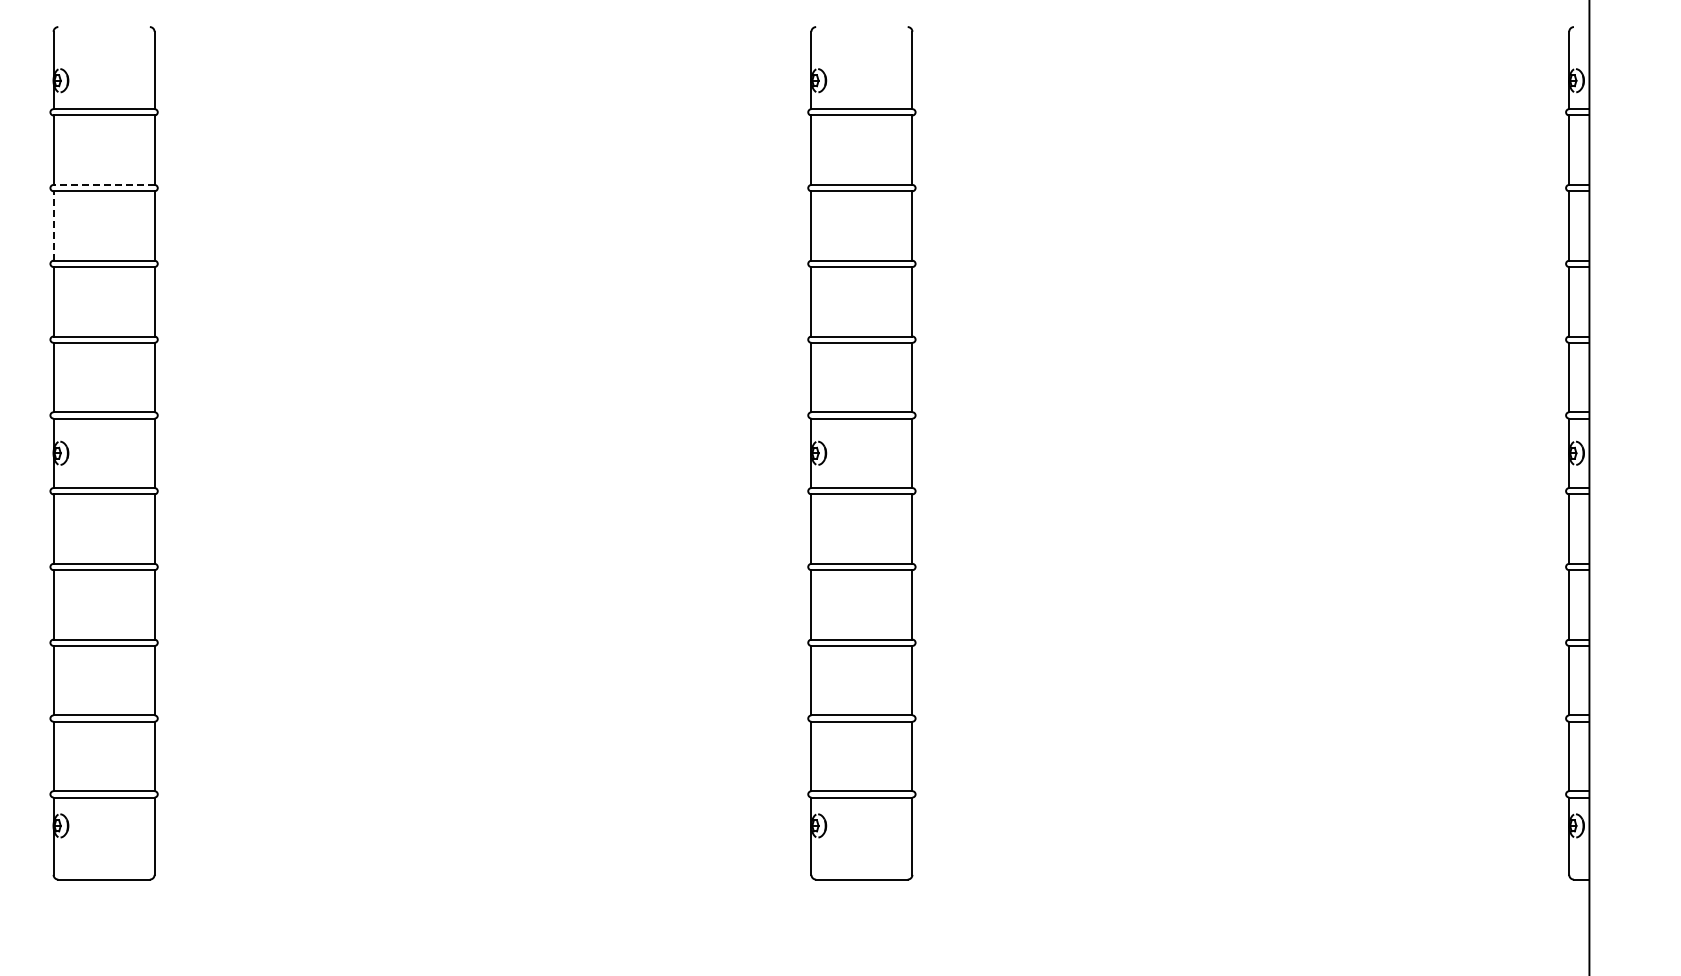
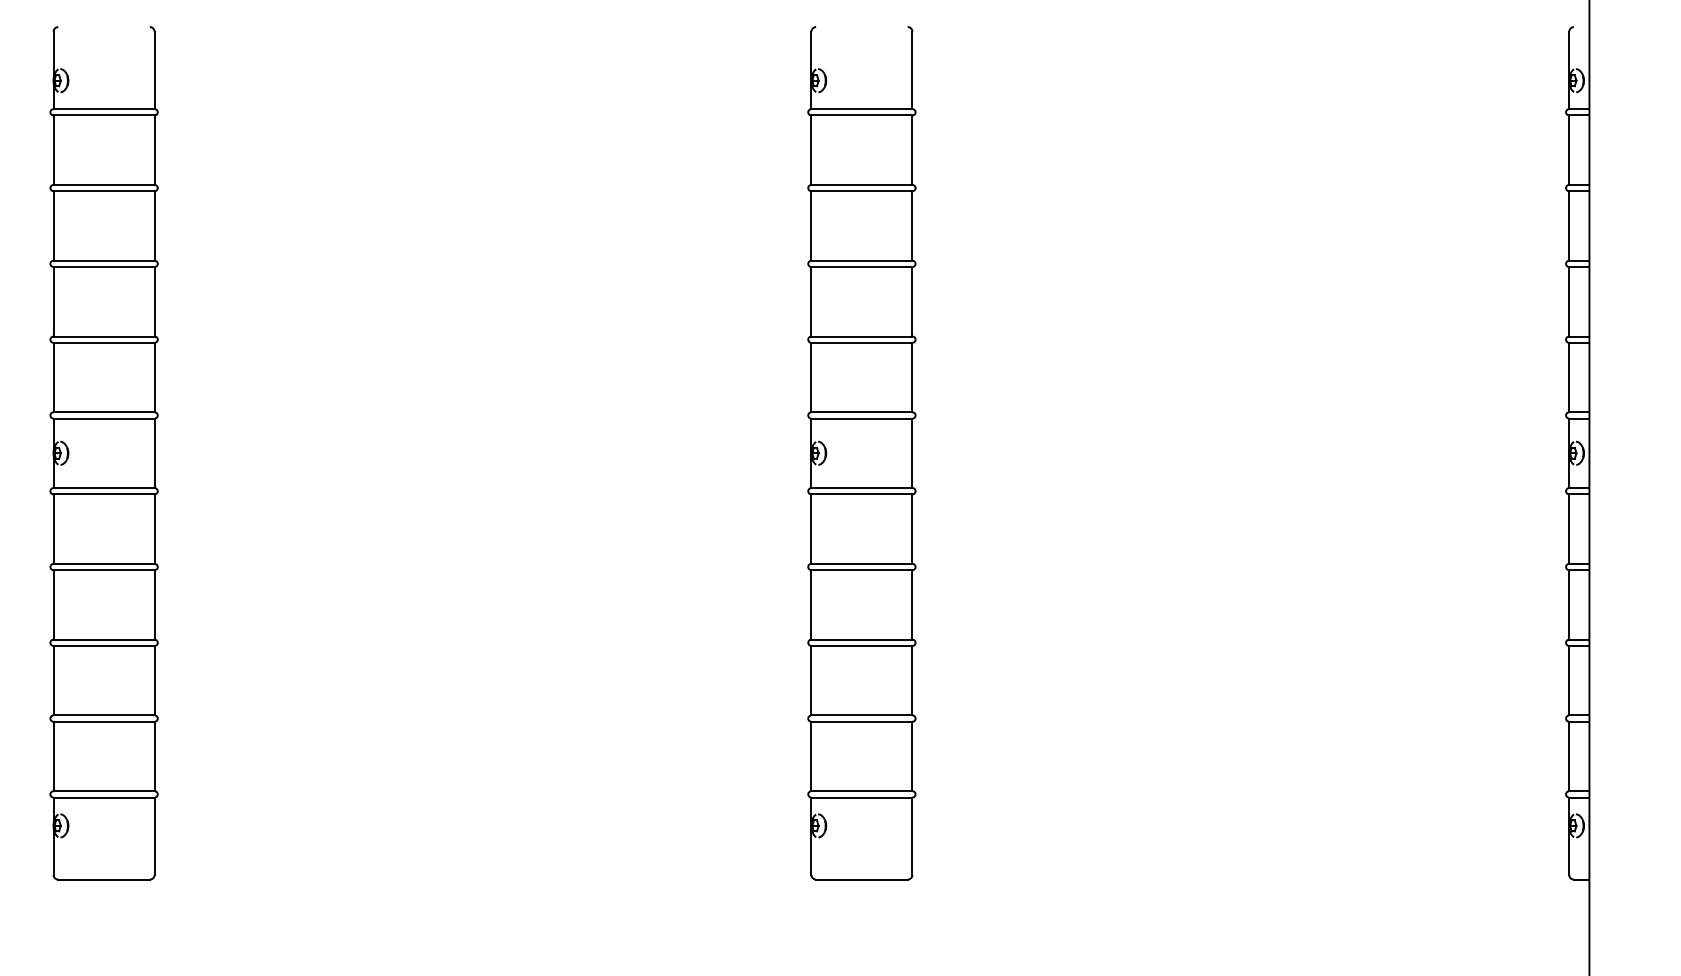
line at (104, 184): dashed -> solid
line at (53, 225): dashed -> solid
